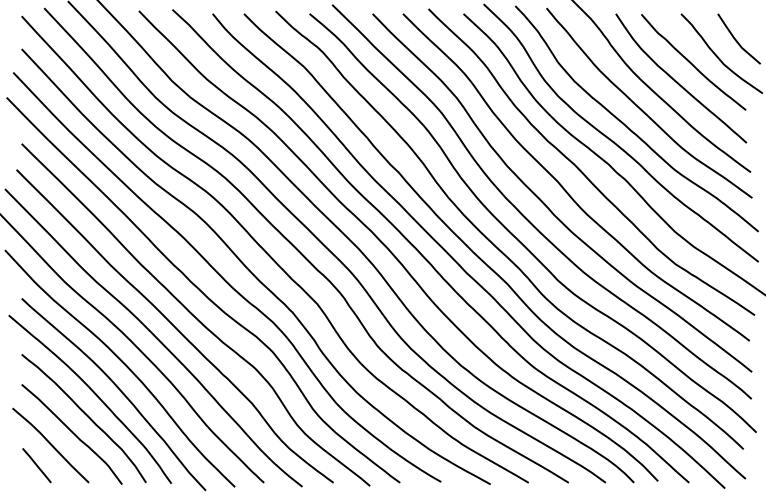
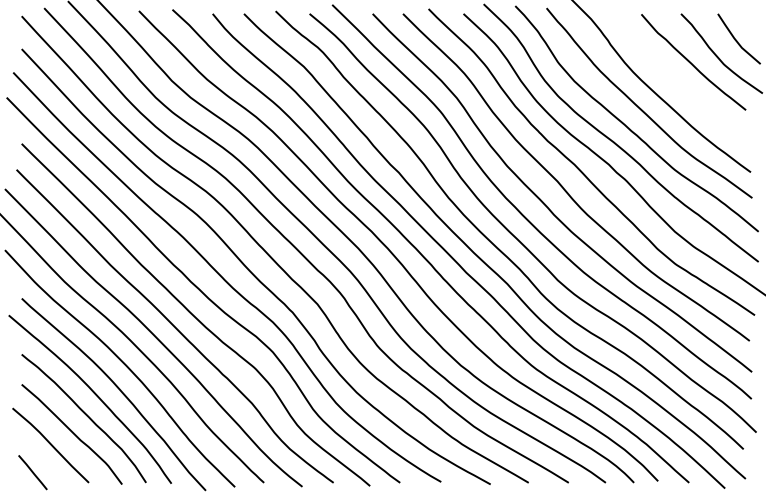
curve at (677, 81): present -> none
line at (36, 465) position: (36, 465) -> (32, 472)
